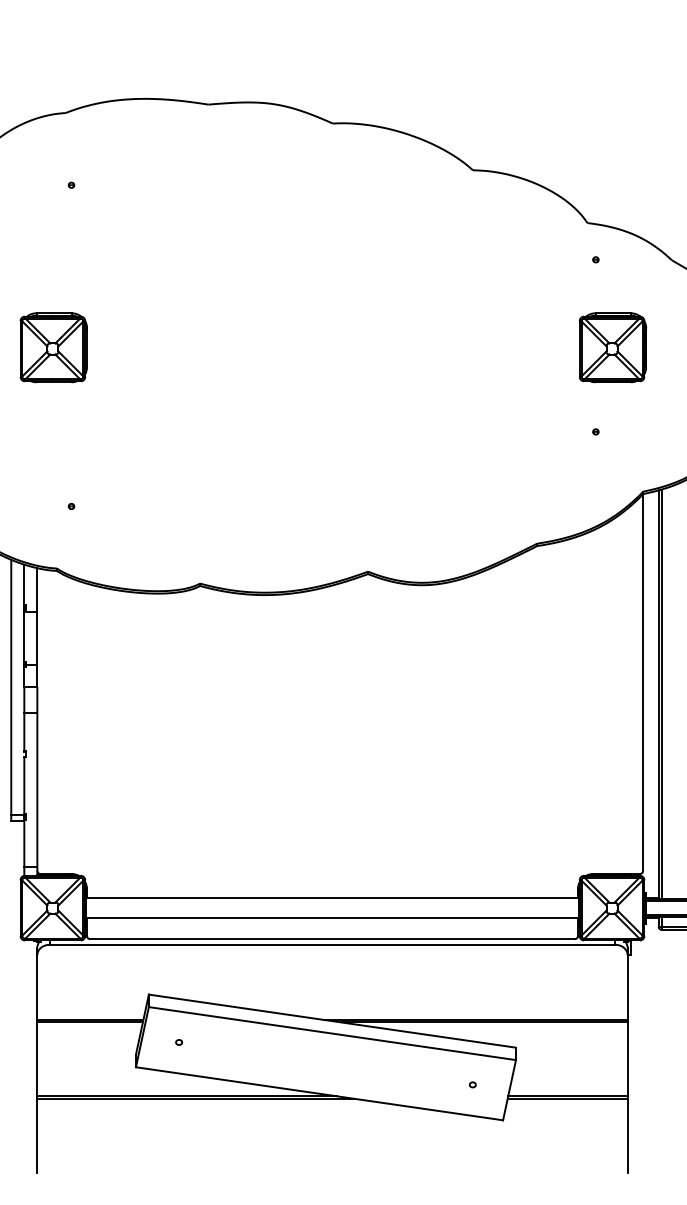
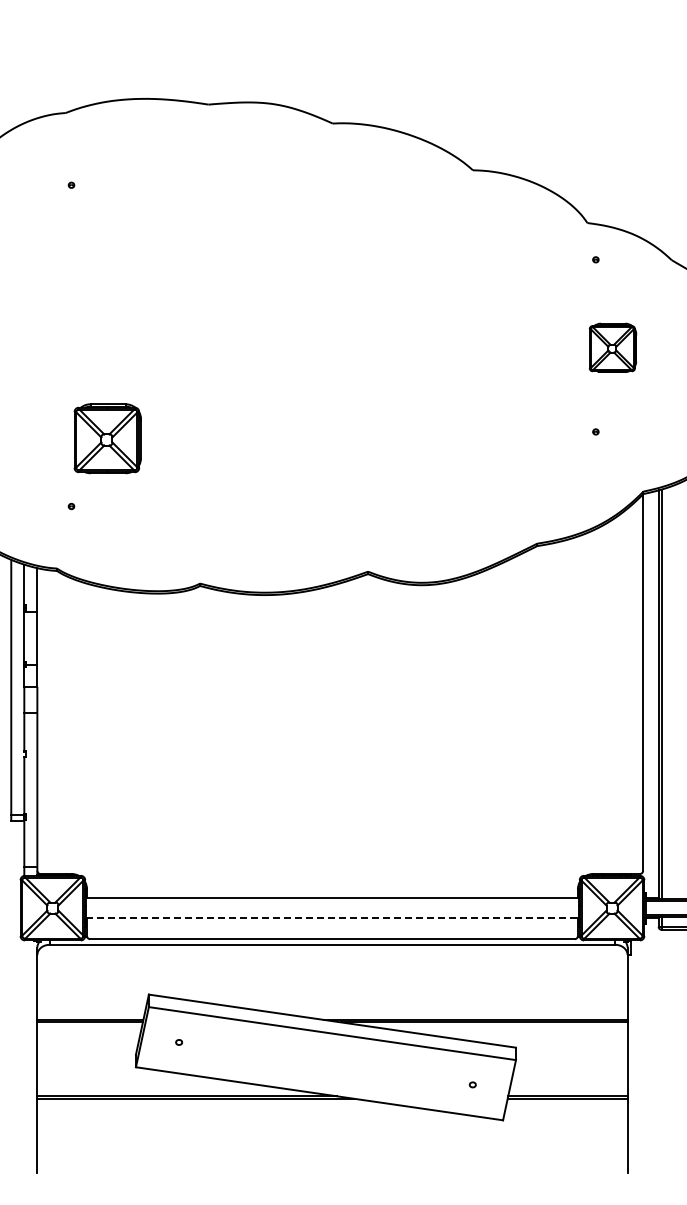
part at (53, 347) position: (53, 347) -> (107, 438)
part at (612, 347) size: 70x72 px -> 50x51 px
line at (332, 918): solid -> dashed
